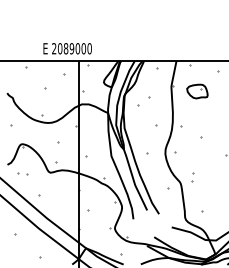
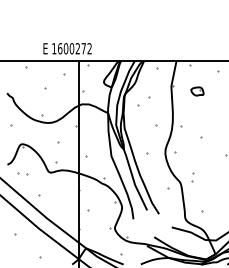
text at (71, 48): 2089000 -> 1600272
part at (197, 91) size: 23x17 px -> 15x11 px
